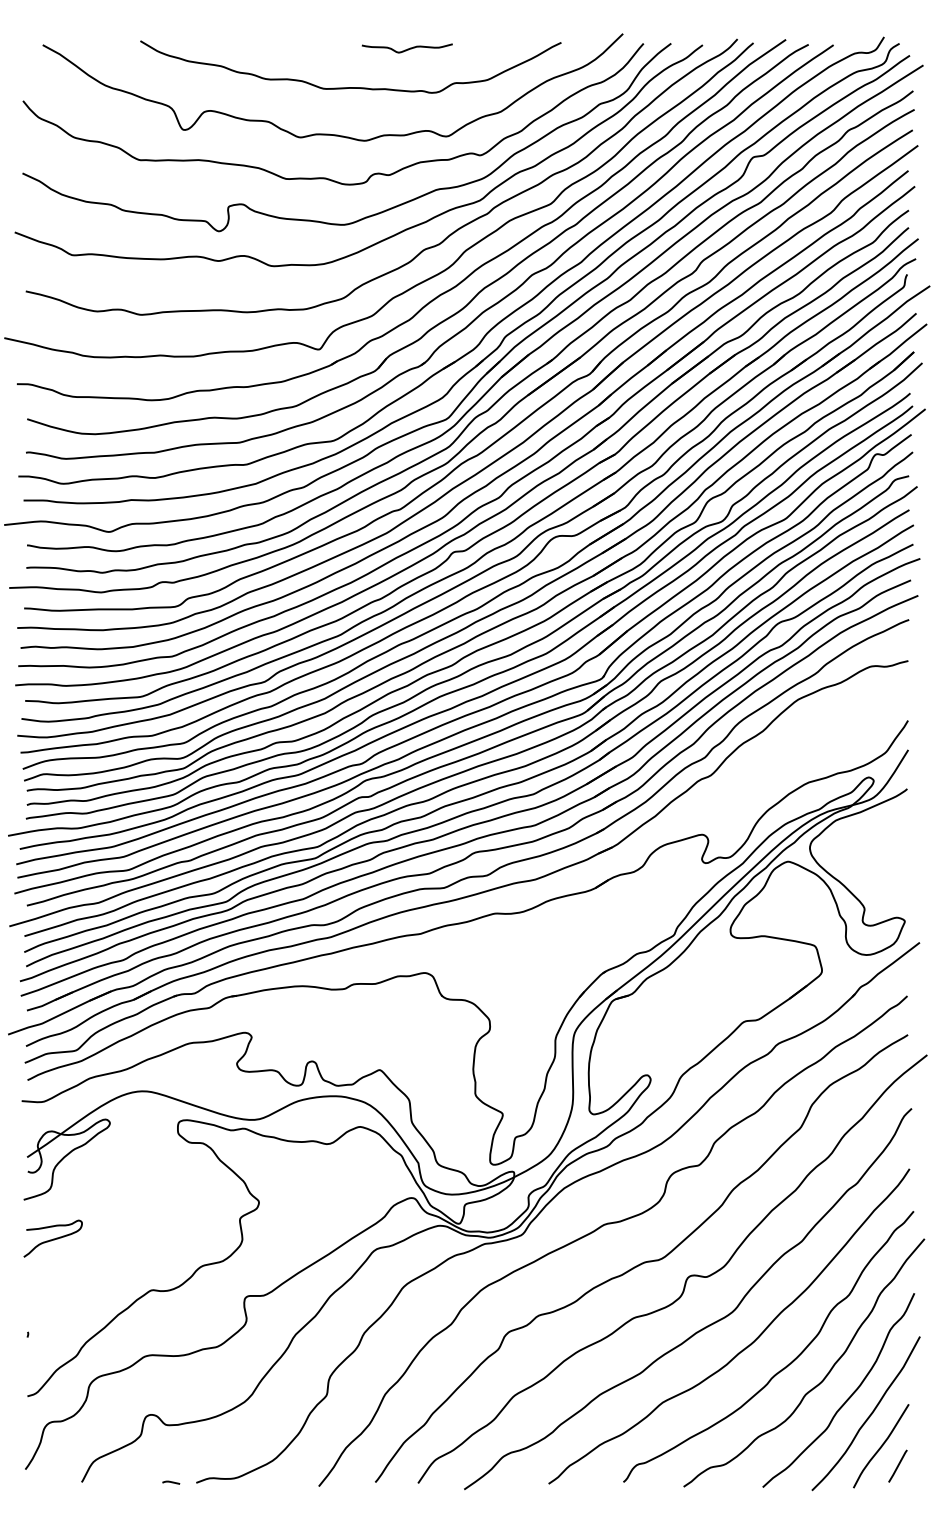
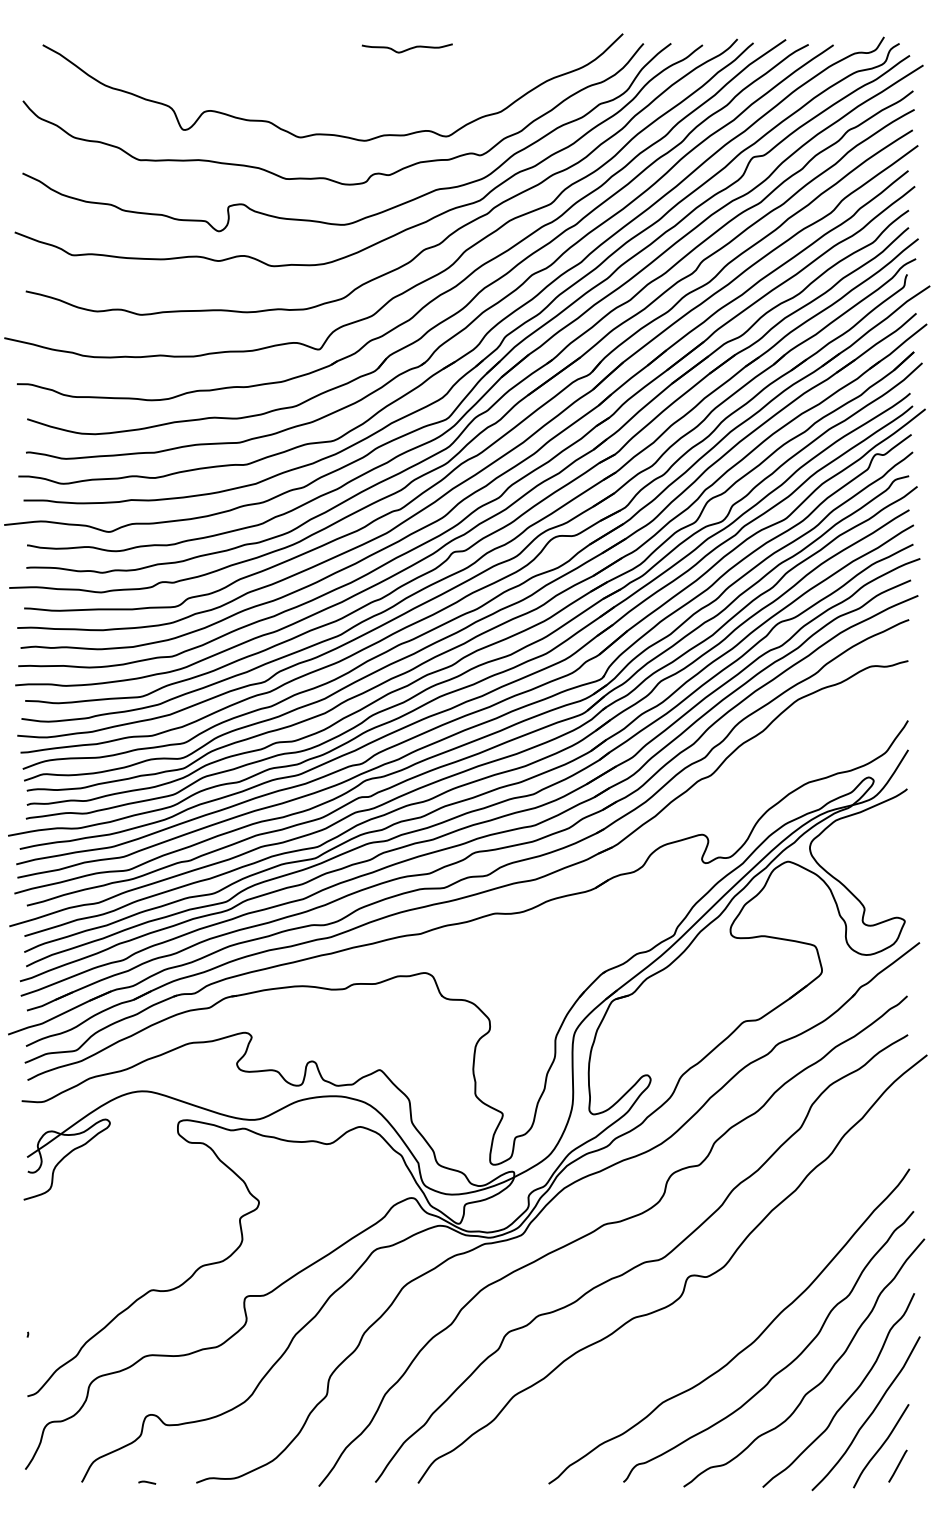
curve at (350, 87): present -> none
curve at (53, 1238): present -> none
curve at (703, 1327): present -> none
curve at (171, 1482) position: (171, 1482) -> (147, 1482)
